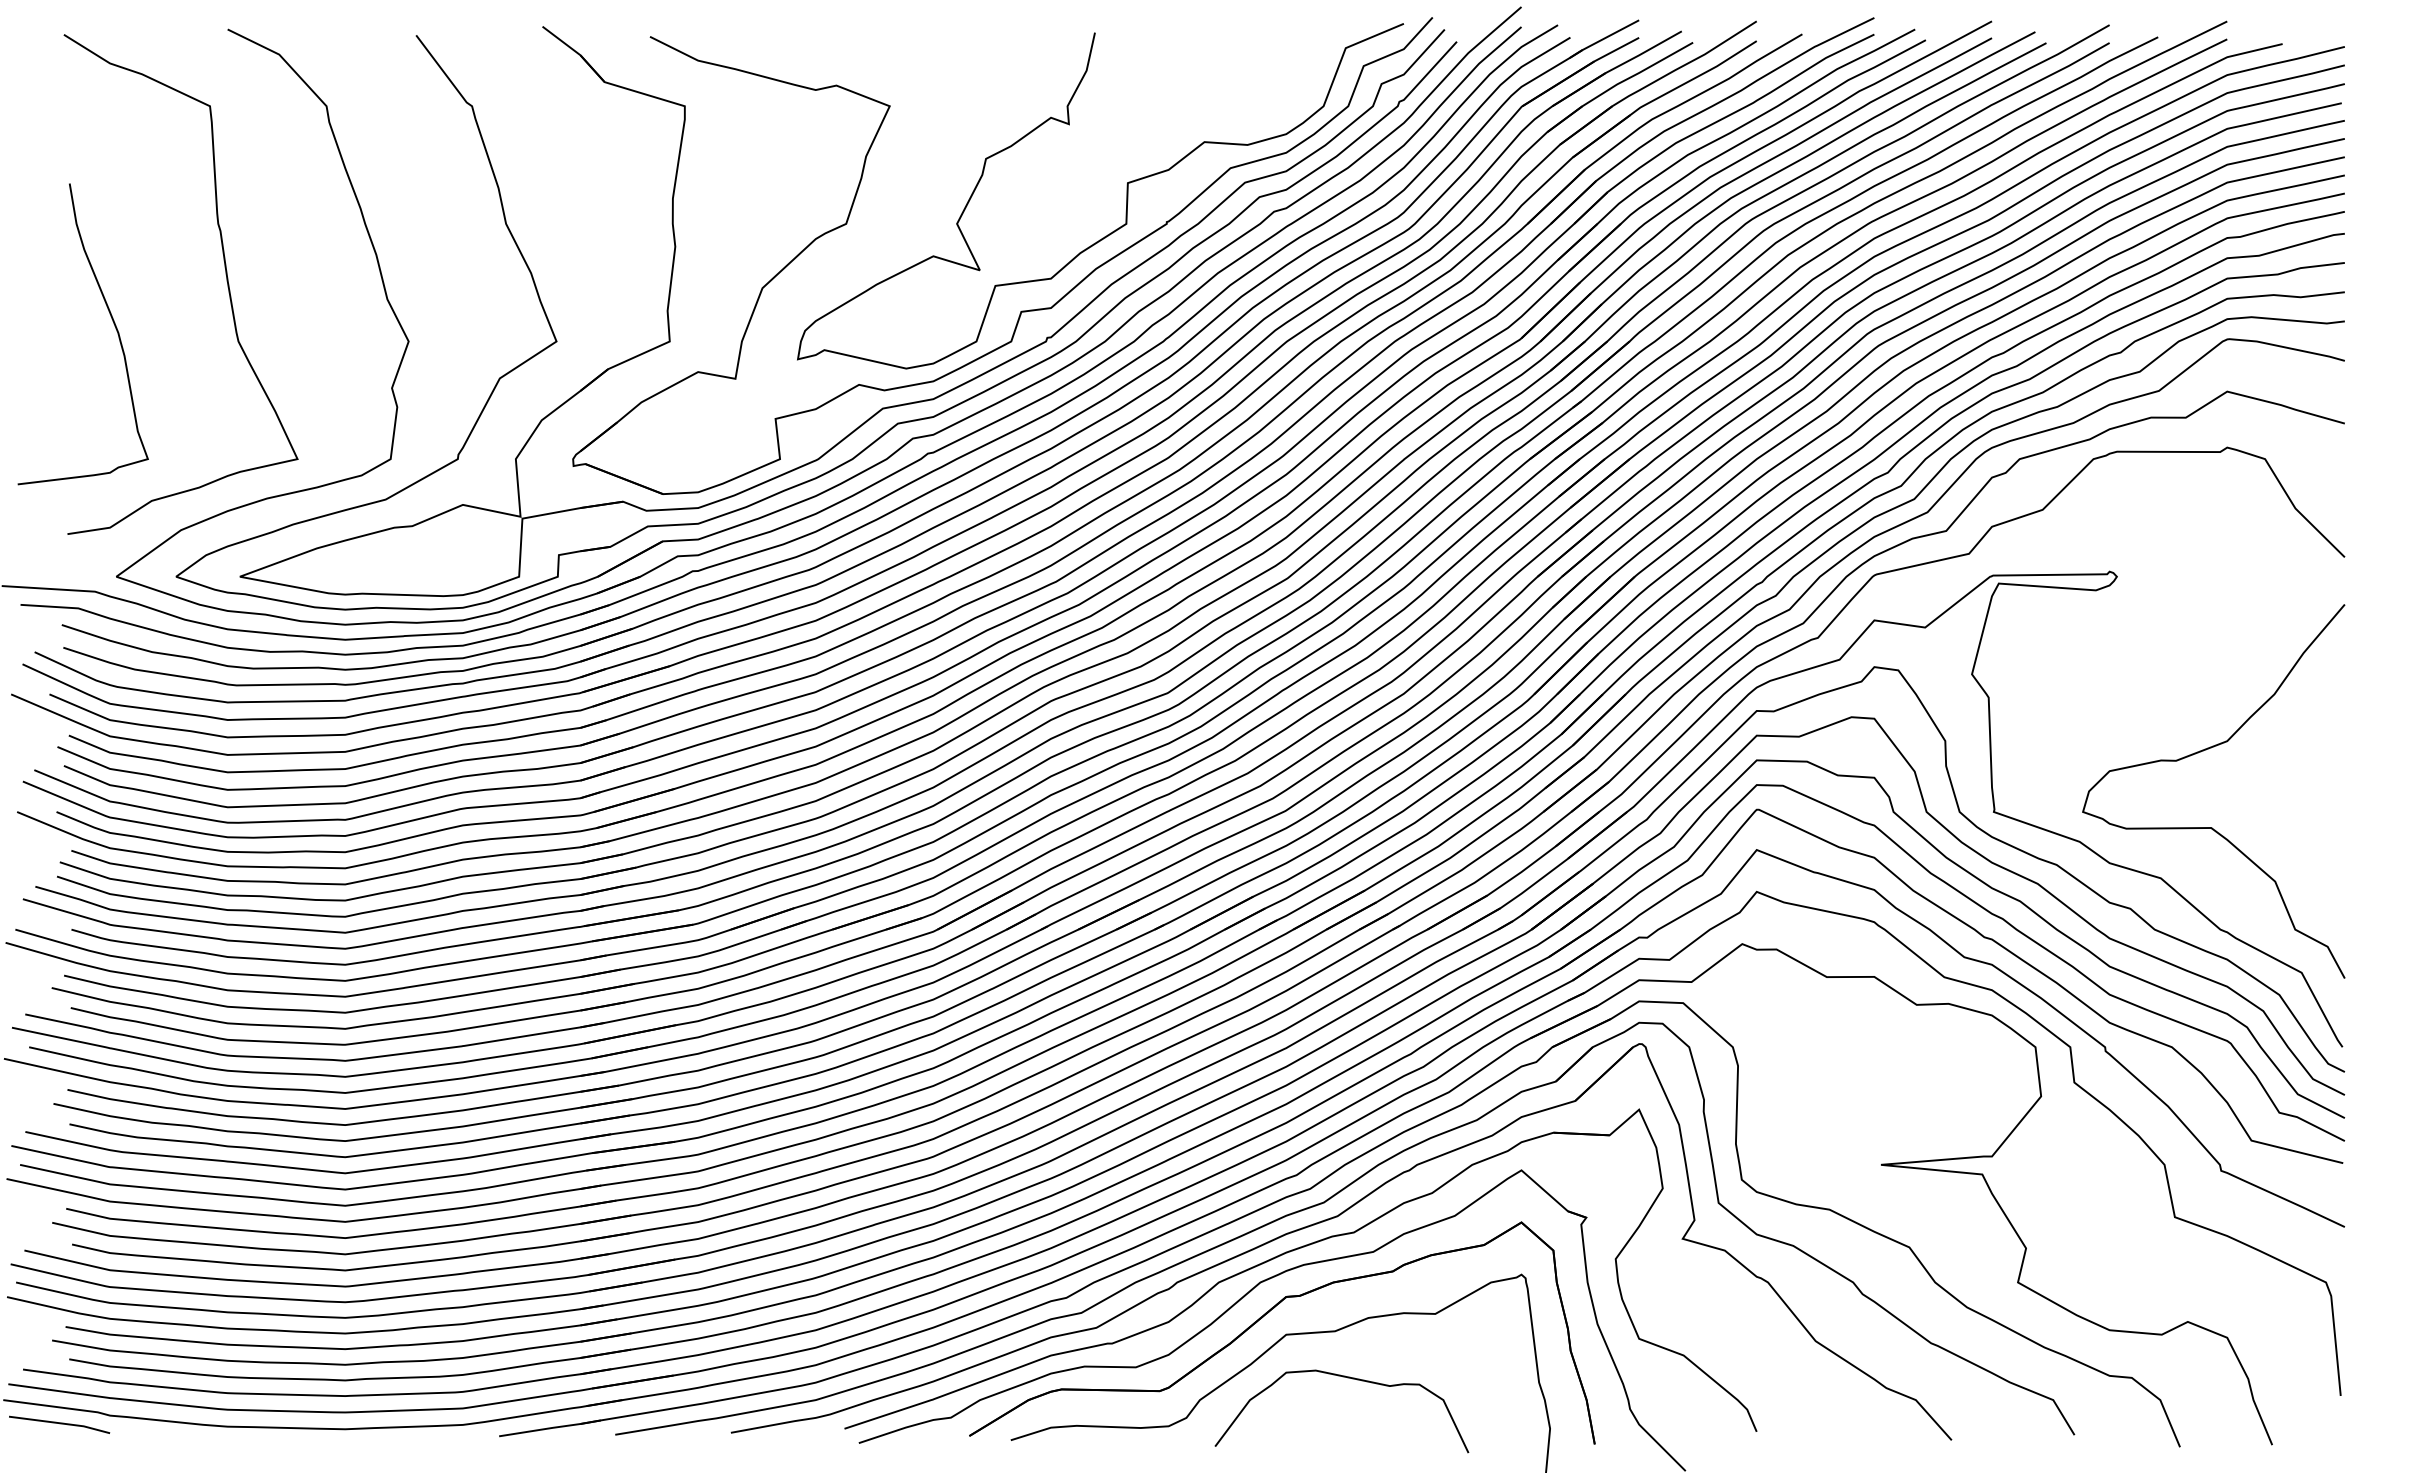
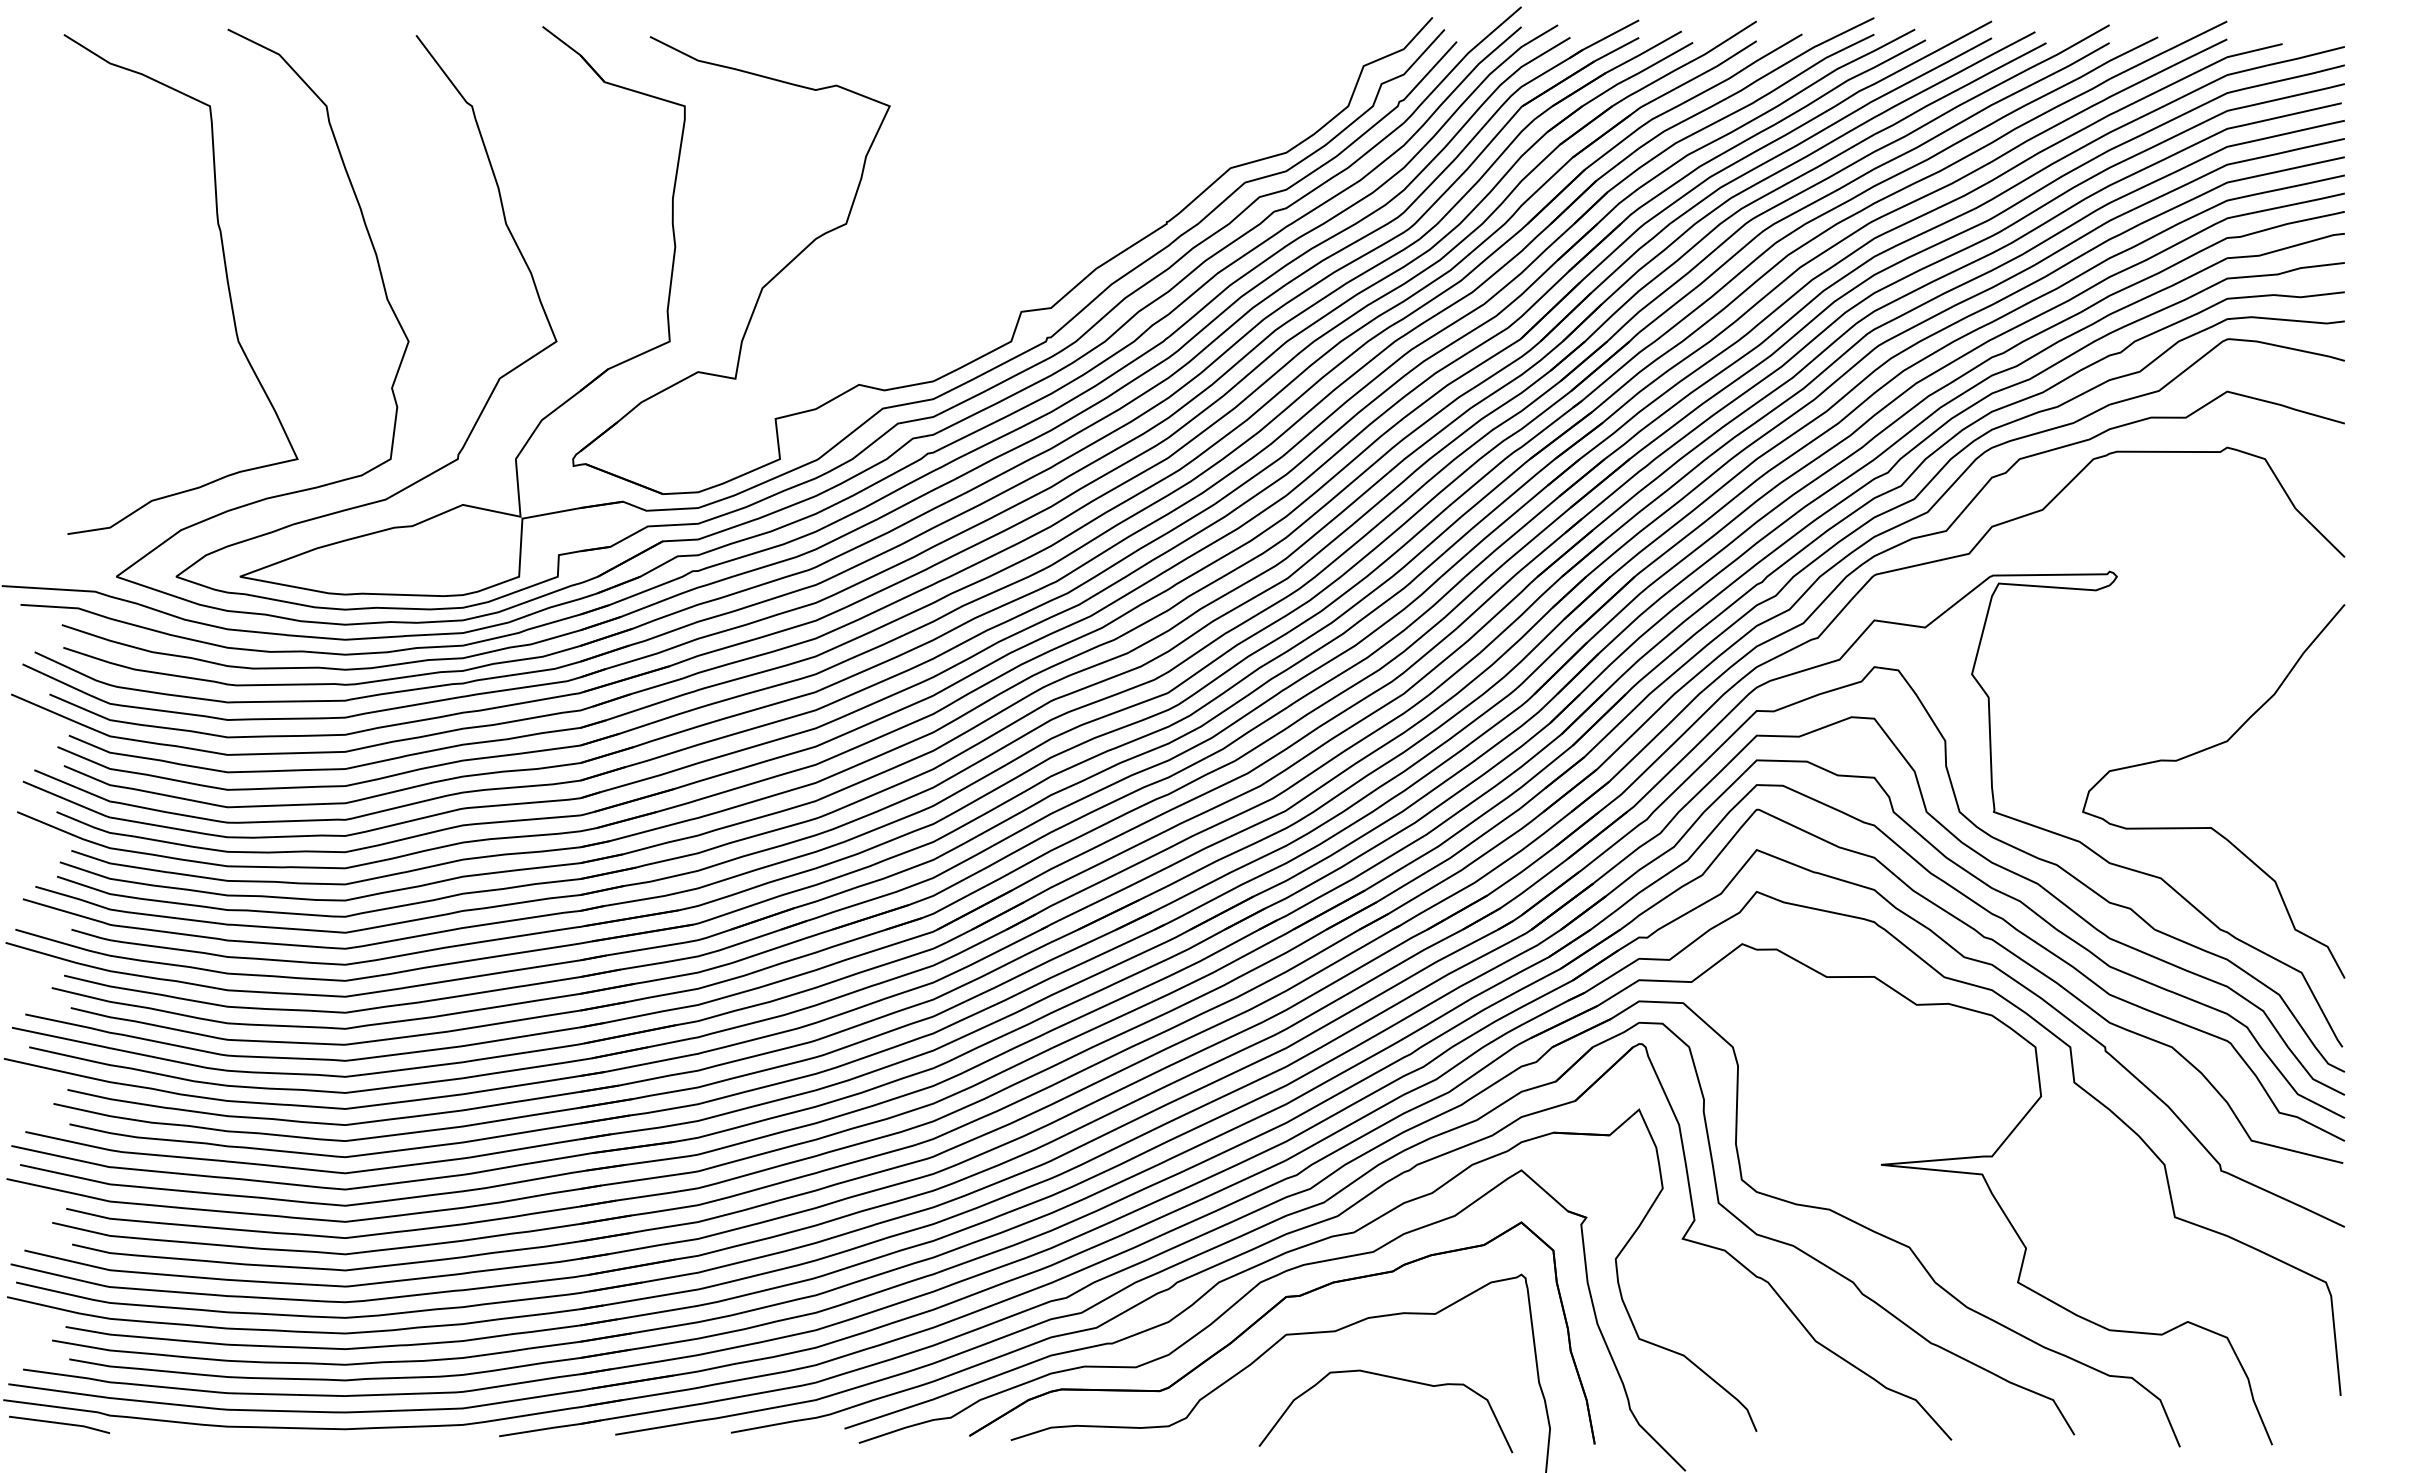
curve at (1126, 196): present -> none
curve at (113, 324): present -> none
curve at (1347, 1378) position: (1347, 1378) -> (1391, 1378)
